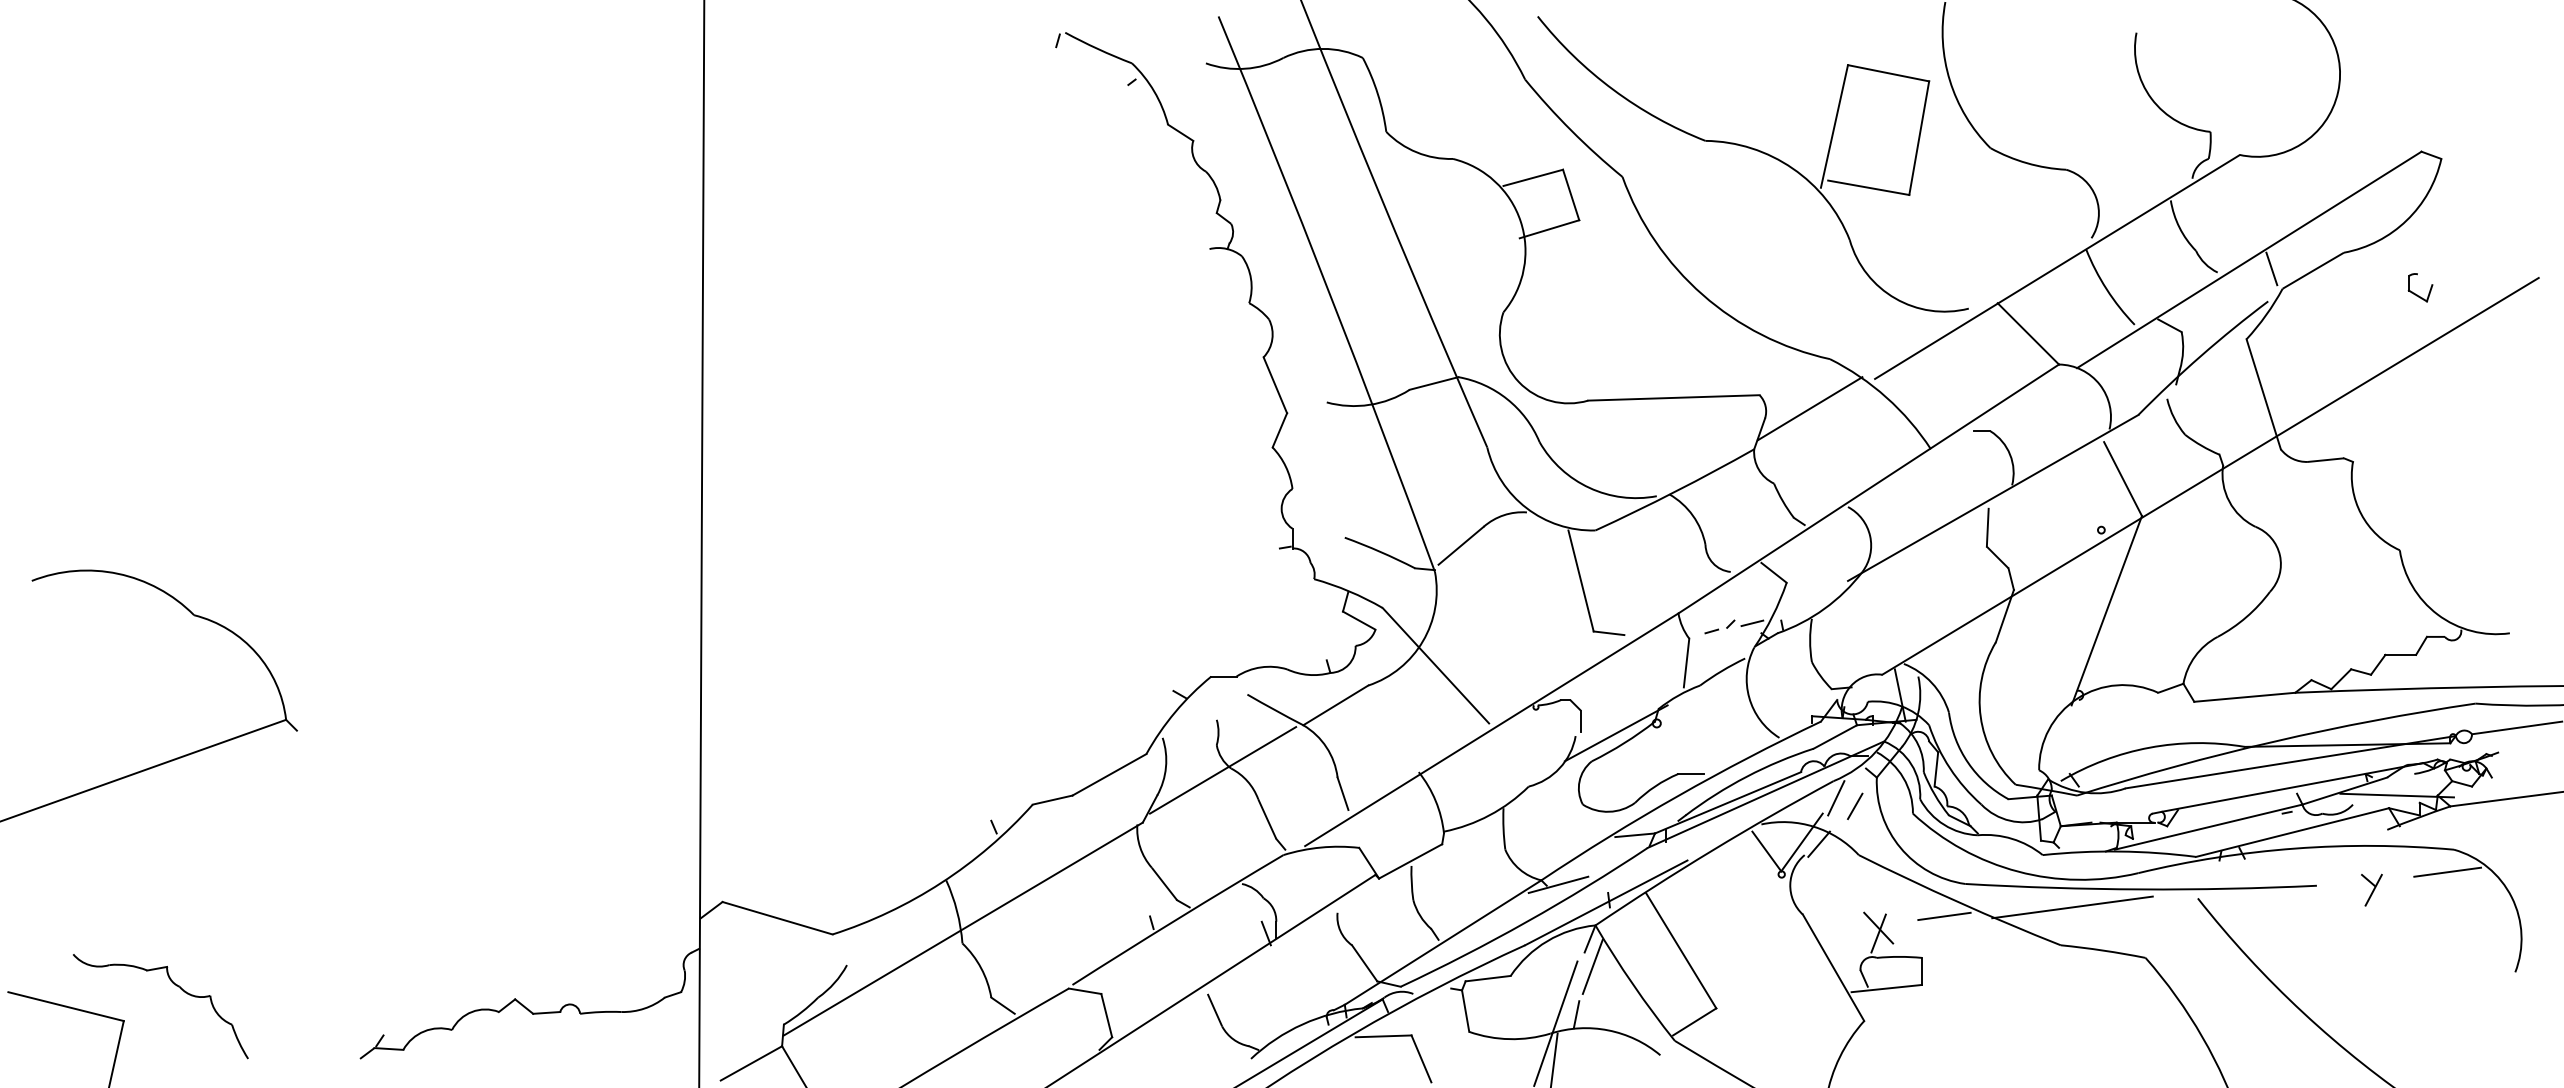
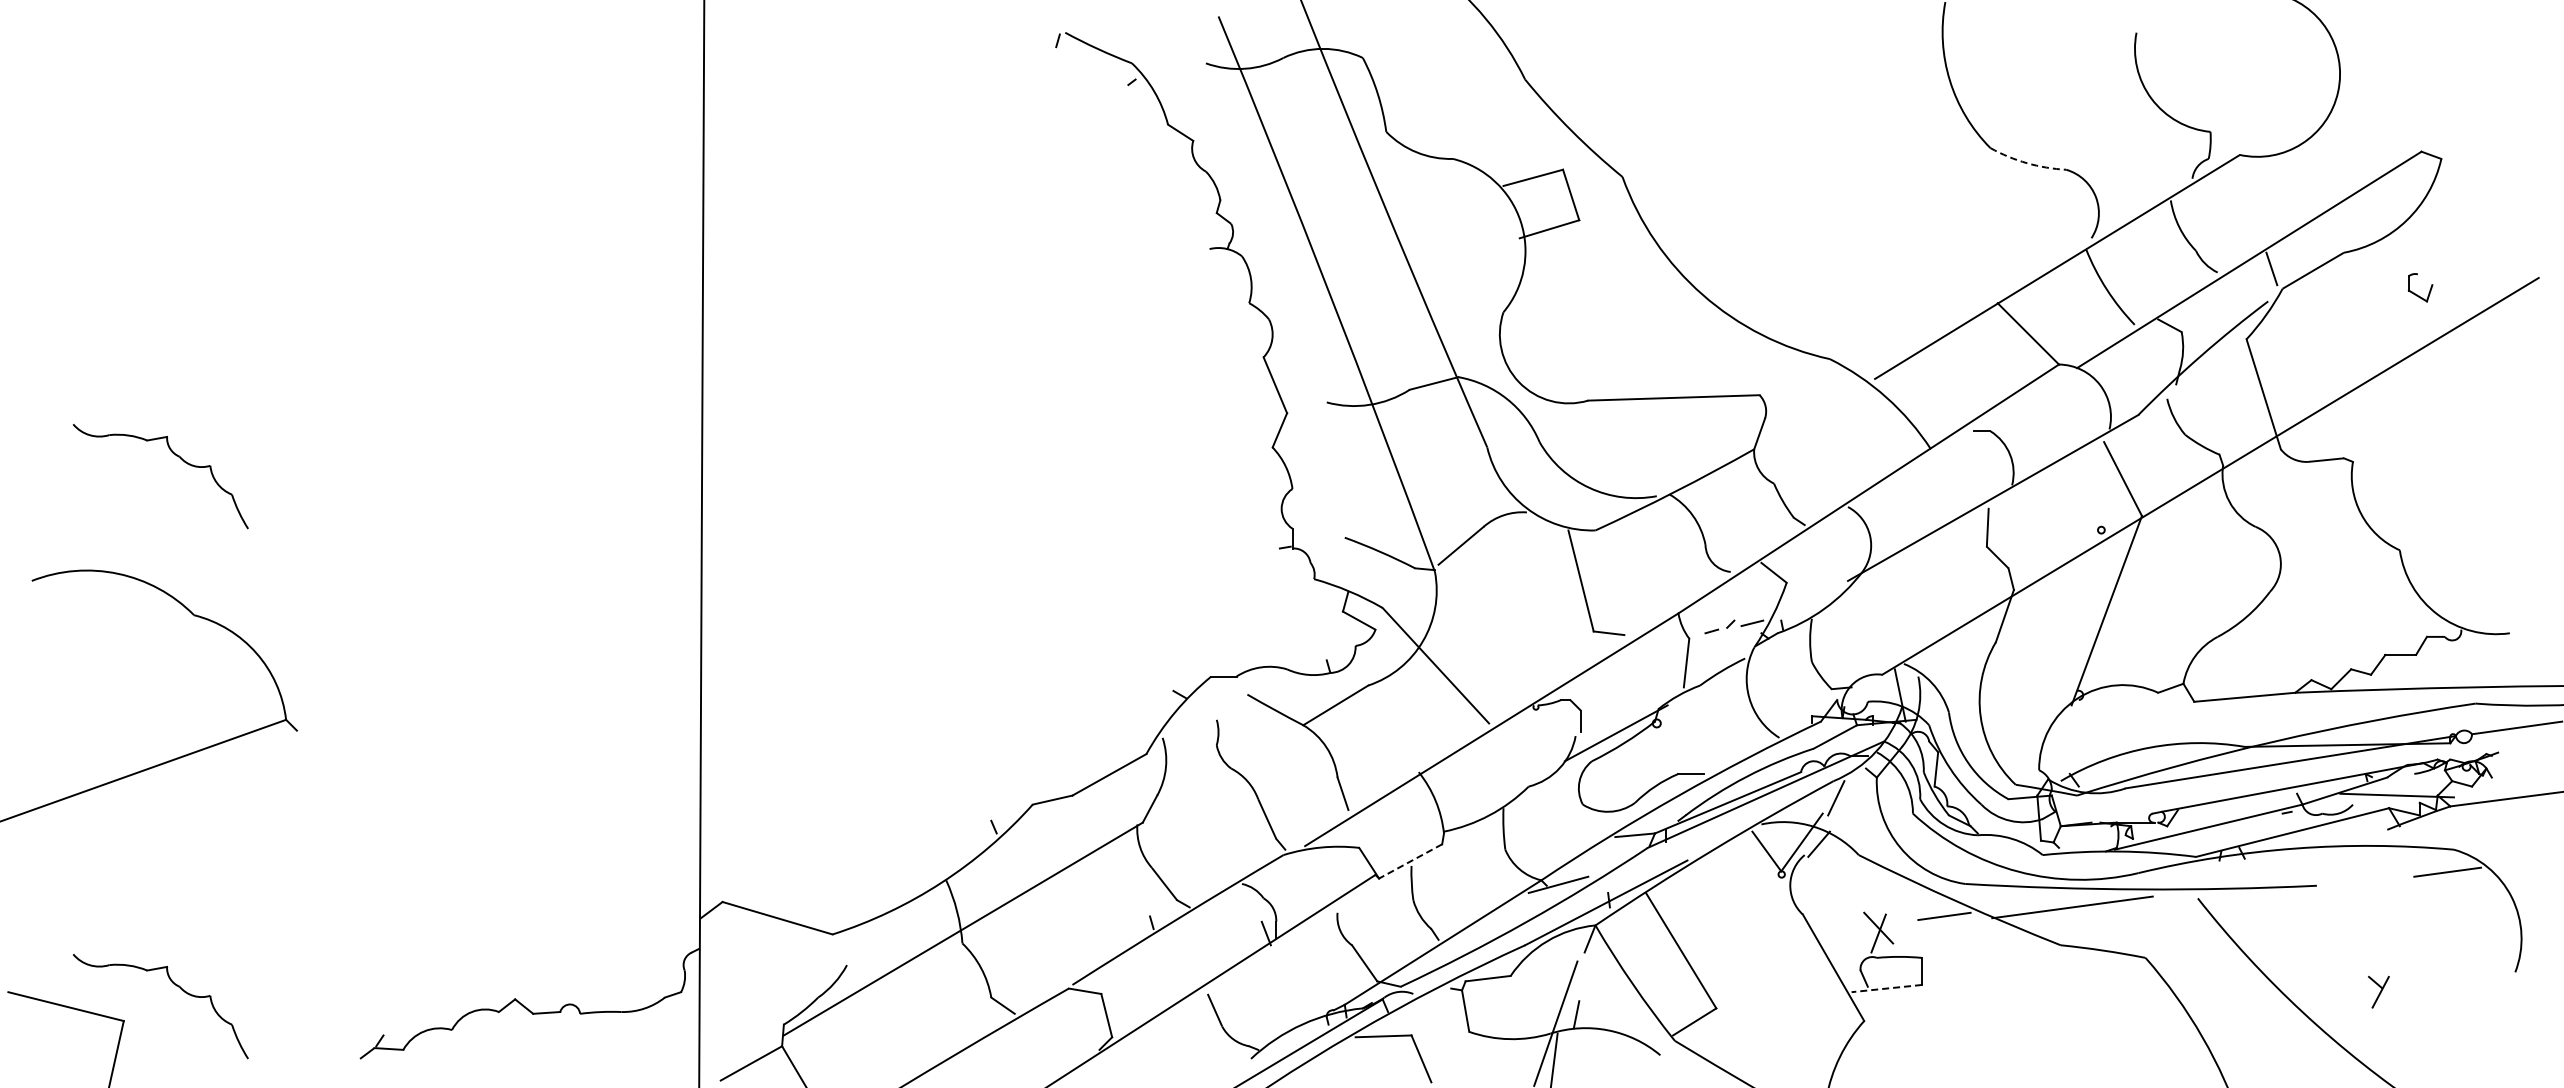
part at (1759, 152): present -> none
arc at (2027, 163): solid -> dashed
line at (1809, 408): present -> none
part at (173, 454): none -> present
line at (1223, 770): present -> none
line at (1855, 806): present -> none
line at (1410, 861): solid -> dashed
part at (2371, 889) position: (2371, 889) -> (2378, 991)
line at (1592, 966): present -> none
line at (1886, 988): solid -> dashed
